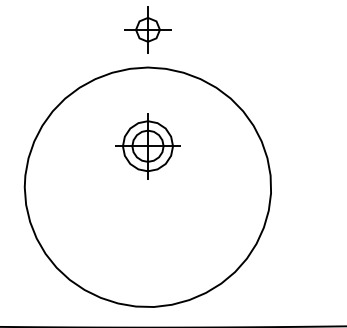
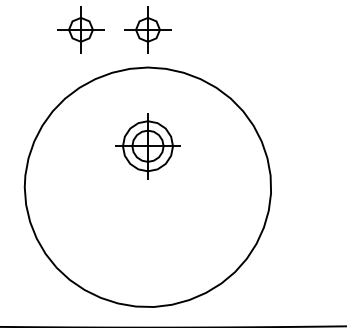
part at (80, 29): none -> present
